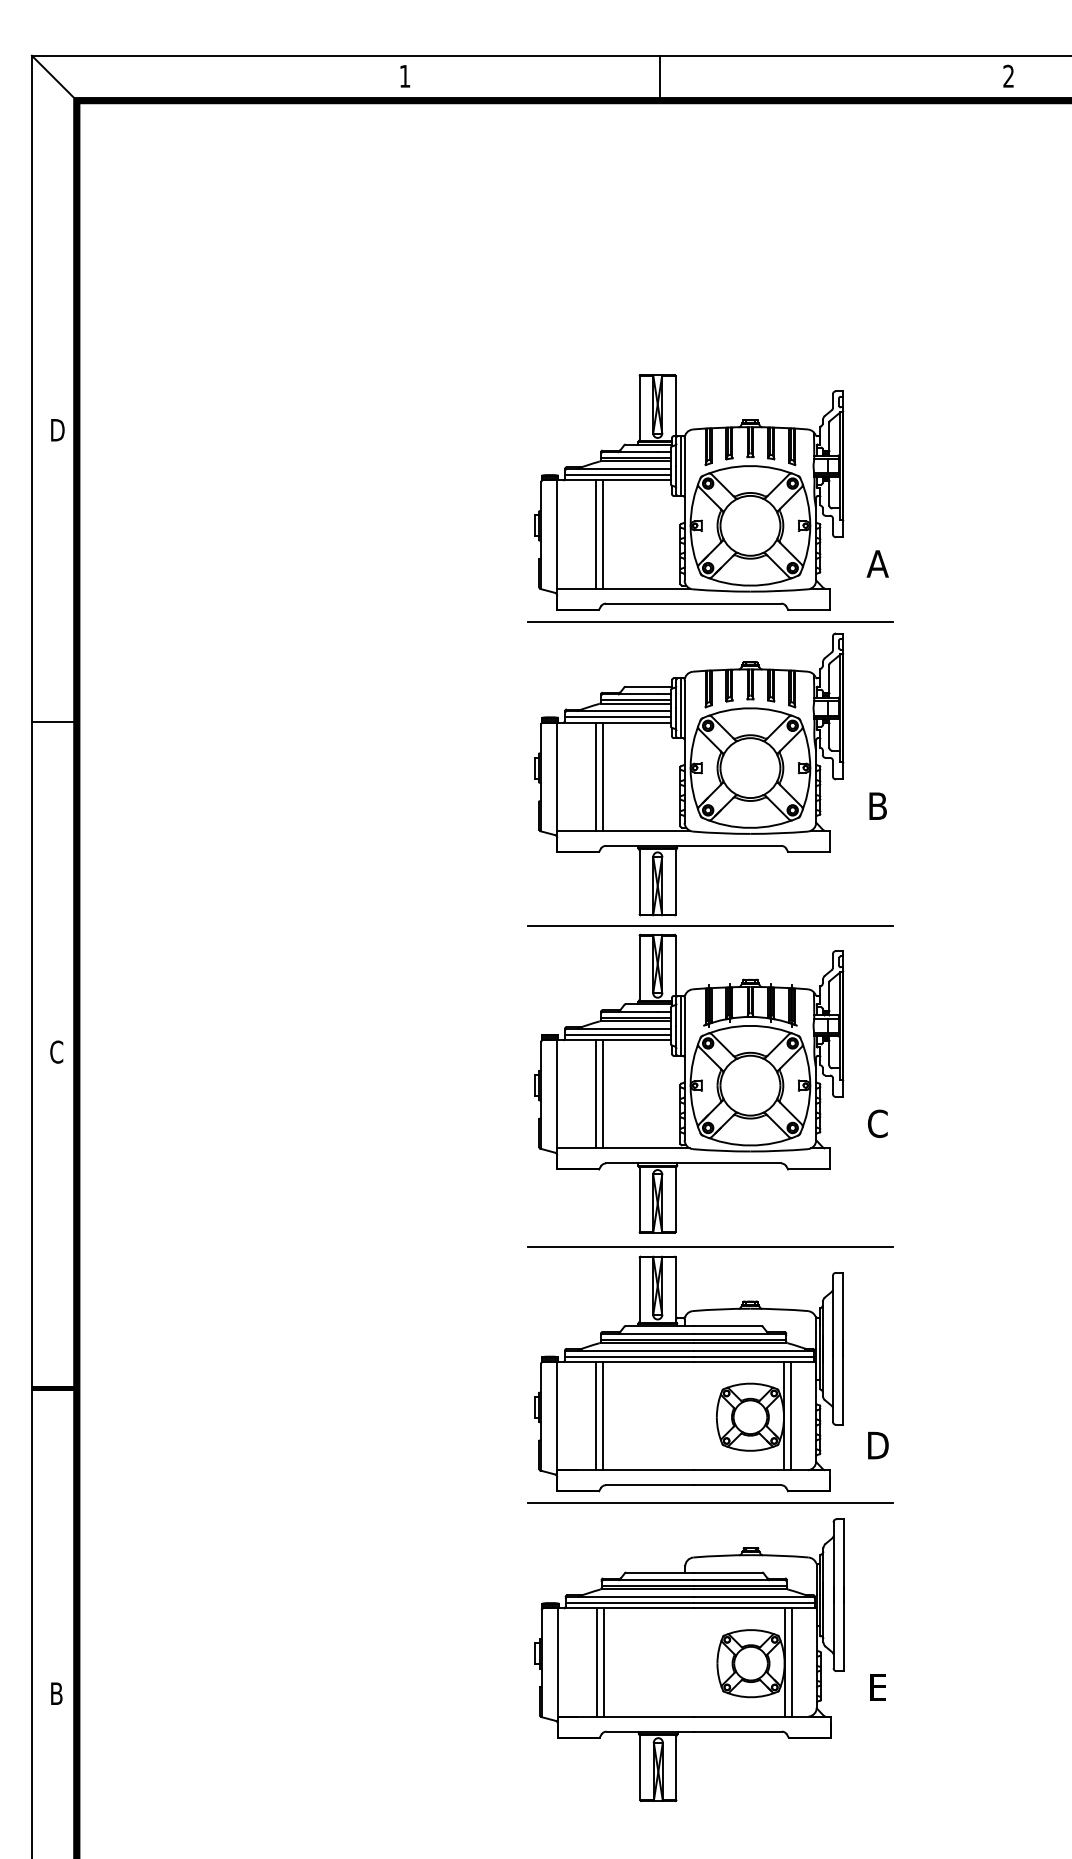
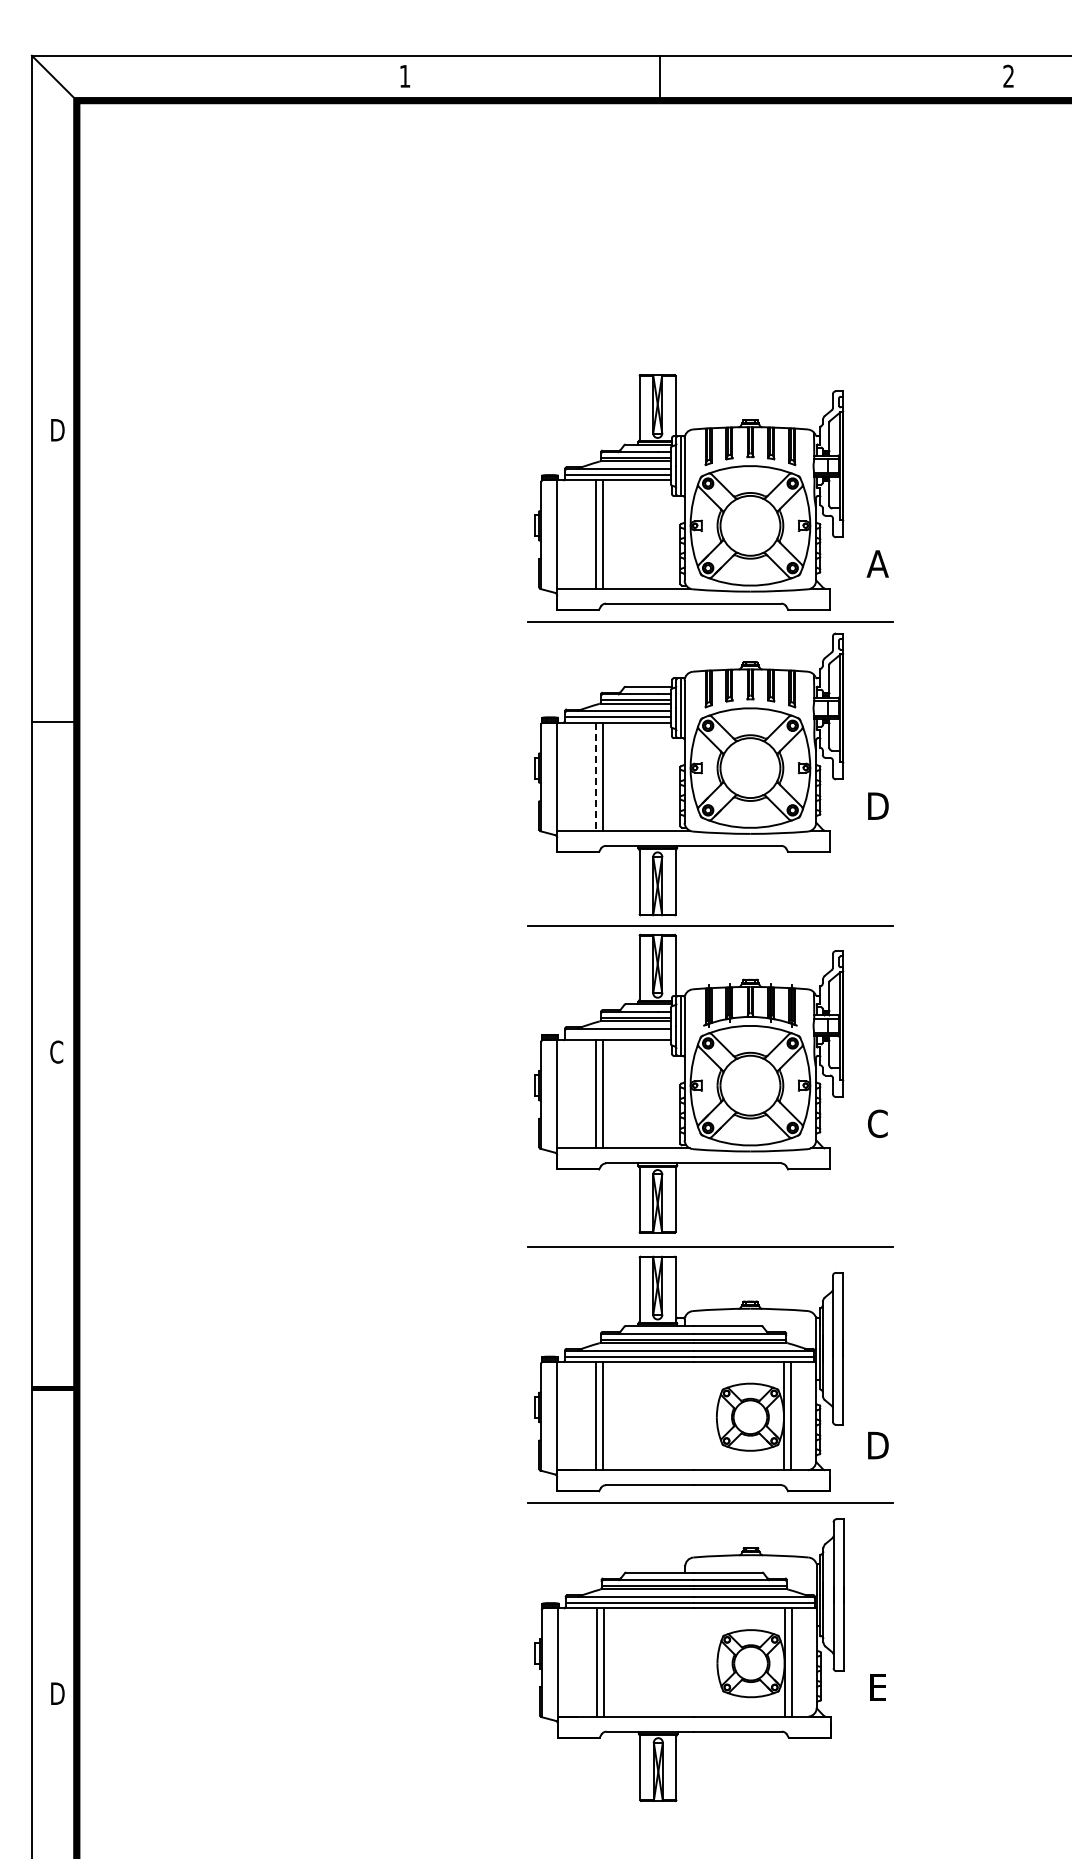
line at (596, 777): solid -> dashed
text at (878, 805): B -> D
line at (617, 1034): present -> none
text at (58, 1693): B -> D
